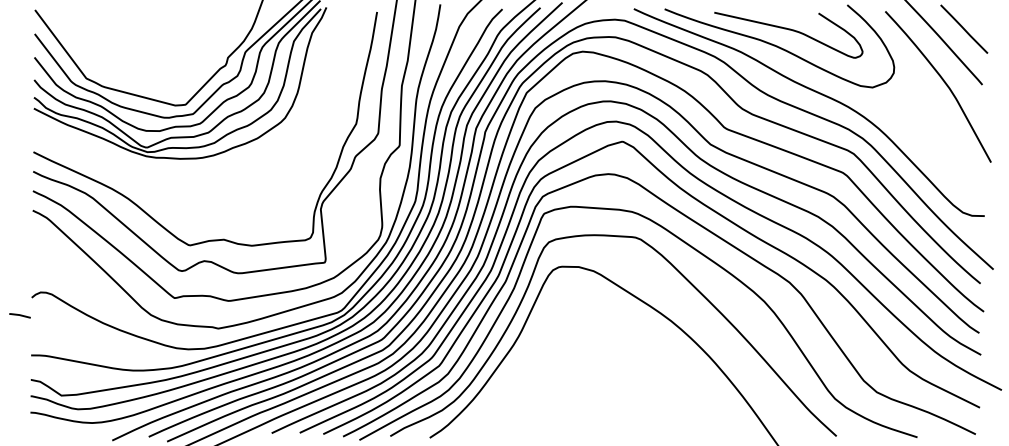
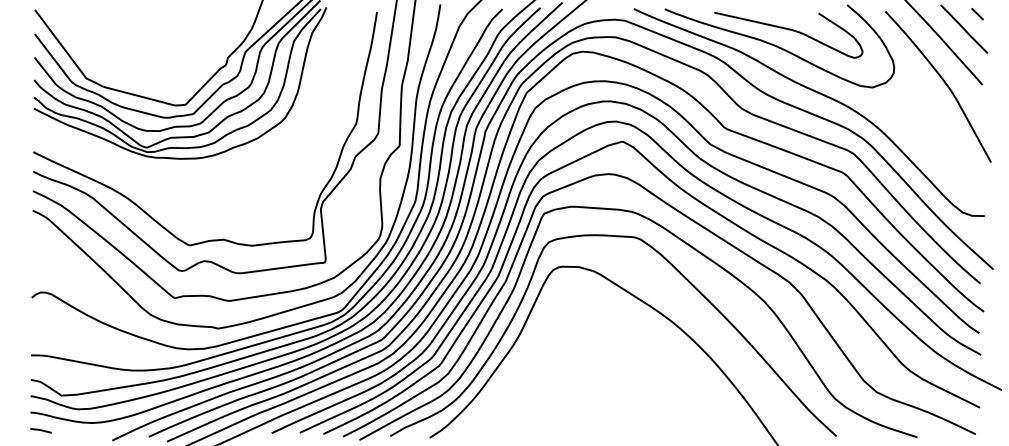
line at (977, 14): none -> present
line at (19, 315) position: (19, 315) -> (40, 430)
